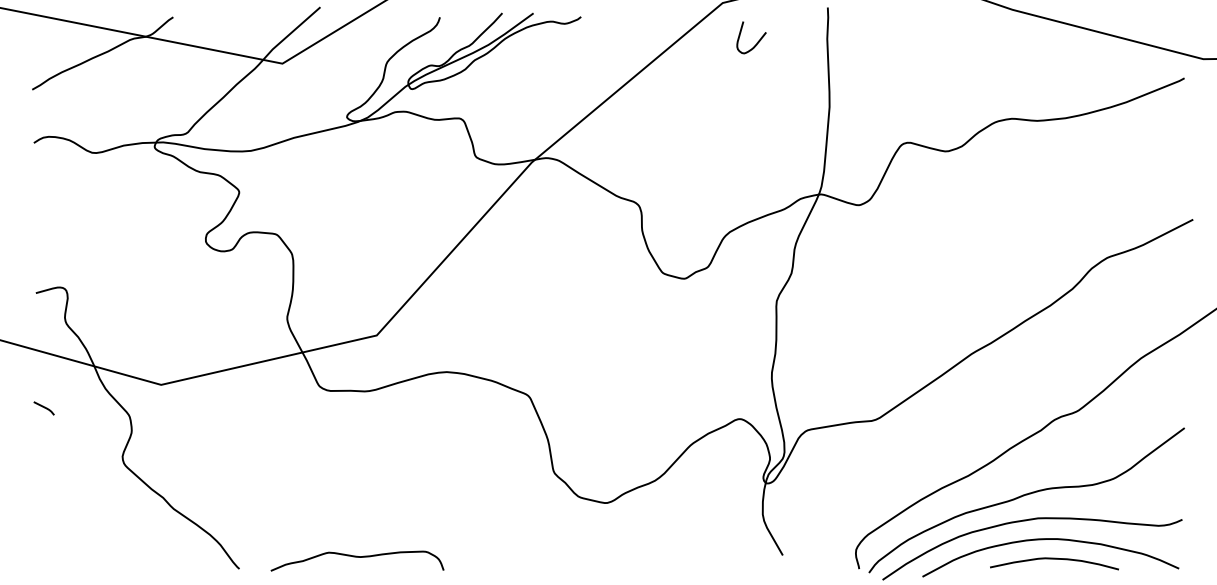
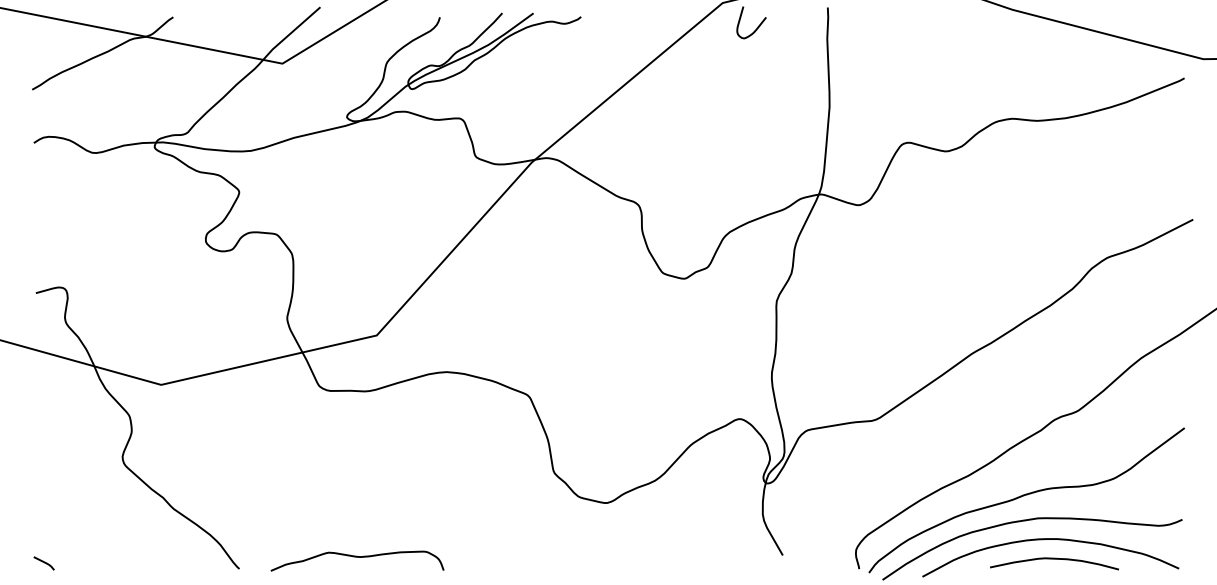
curve at (757, 41) position: (757, 41) -> (757, 26)
line at (43, 407) position: (43, 407) -> (43, 562)
